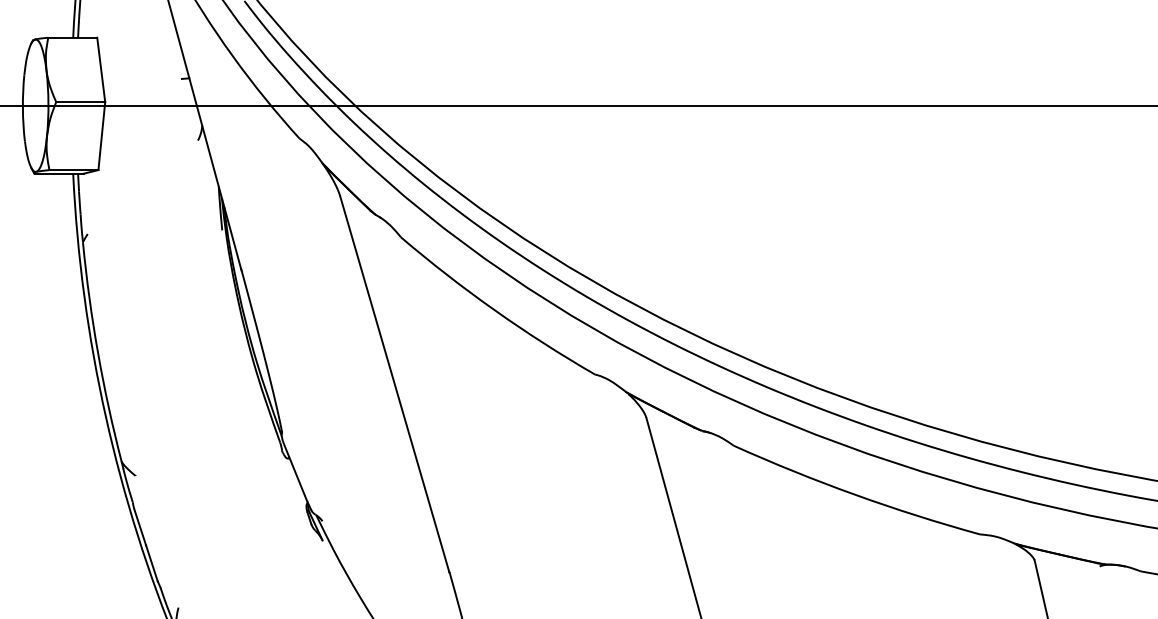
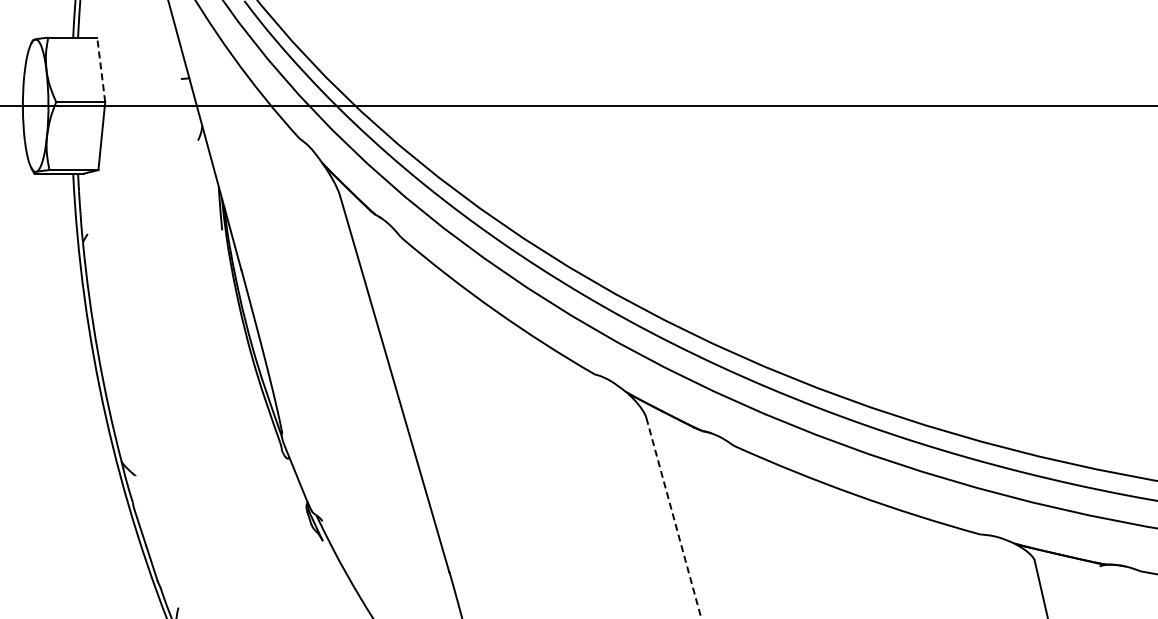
line at (101, 69): solid -> dashed
line at (673, 518): solid -> dashed
